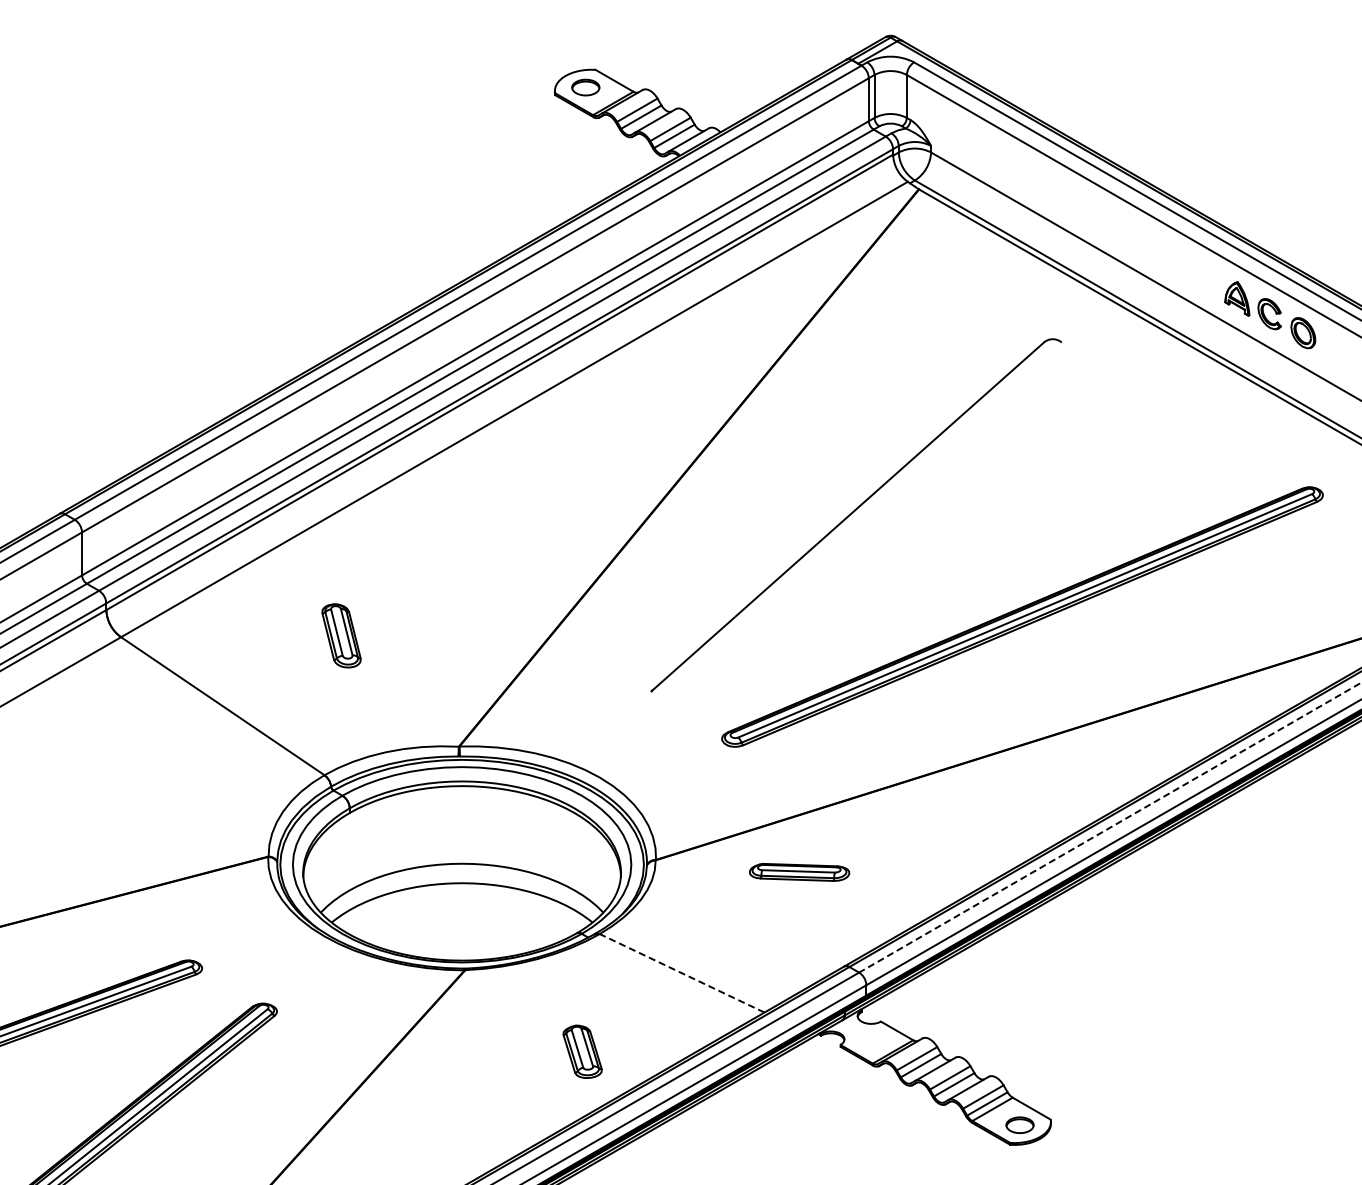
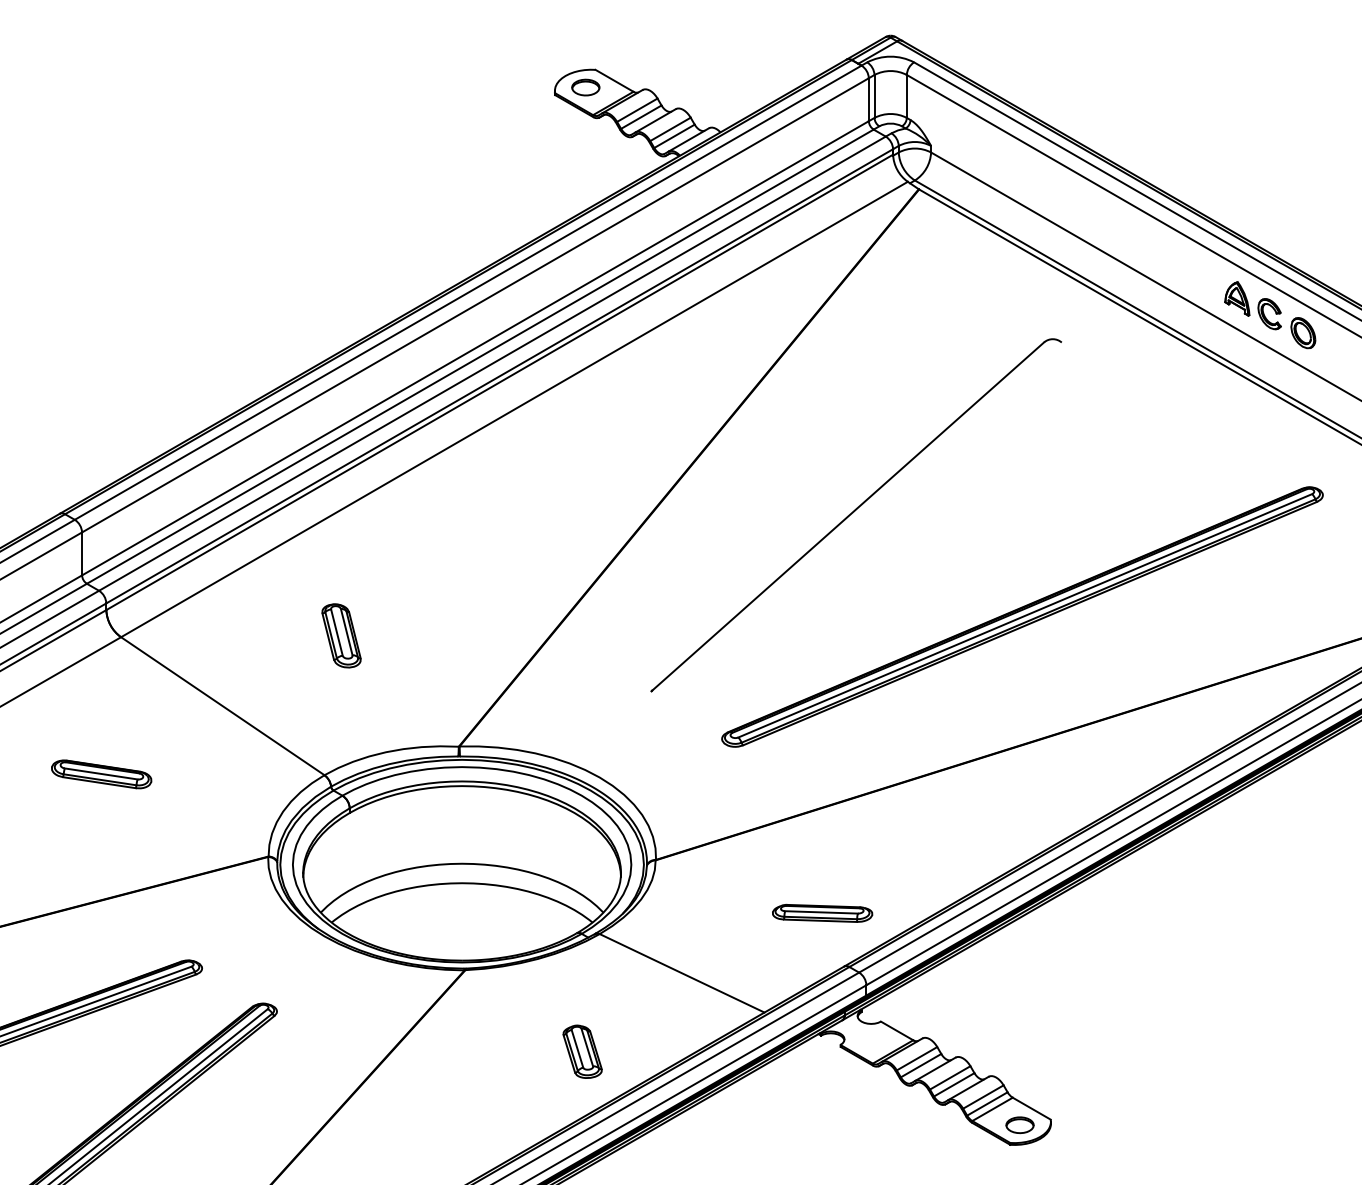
part at (101, 774): none -> present
line at (1110, 827): dashed -> solid
part at (799, 871) position: (799, 871) -> (822, 912)
line at (681, 973): dashed -> solid
